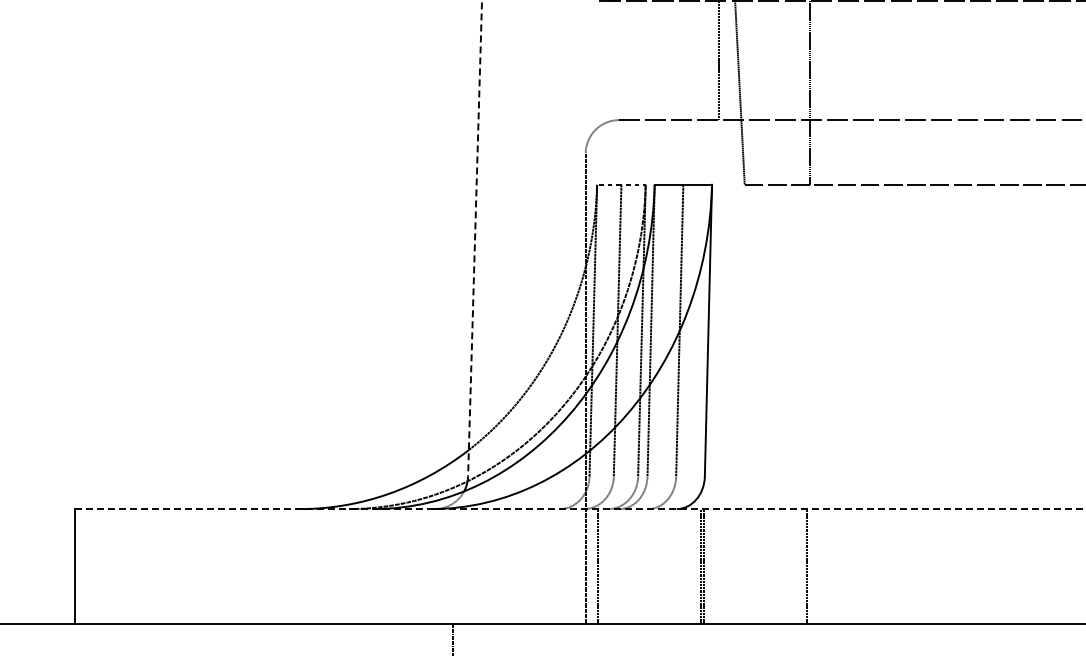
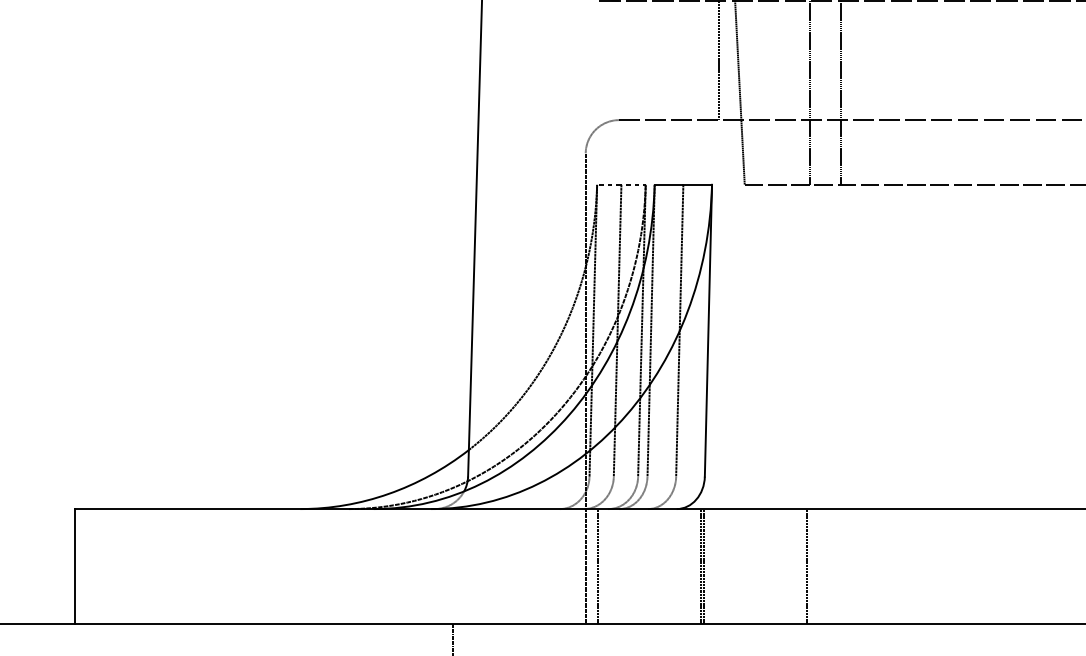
line at (840, 93): none -> present
line at (475, 238): dashed -> solid
line at (580, 509): dashed -> solid
